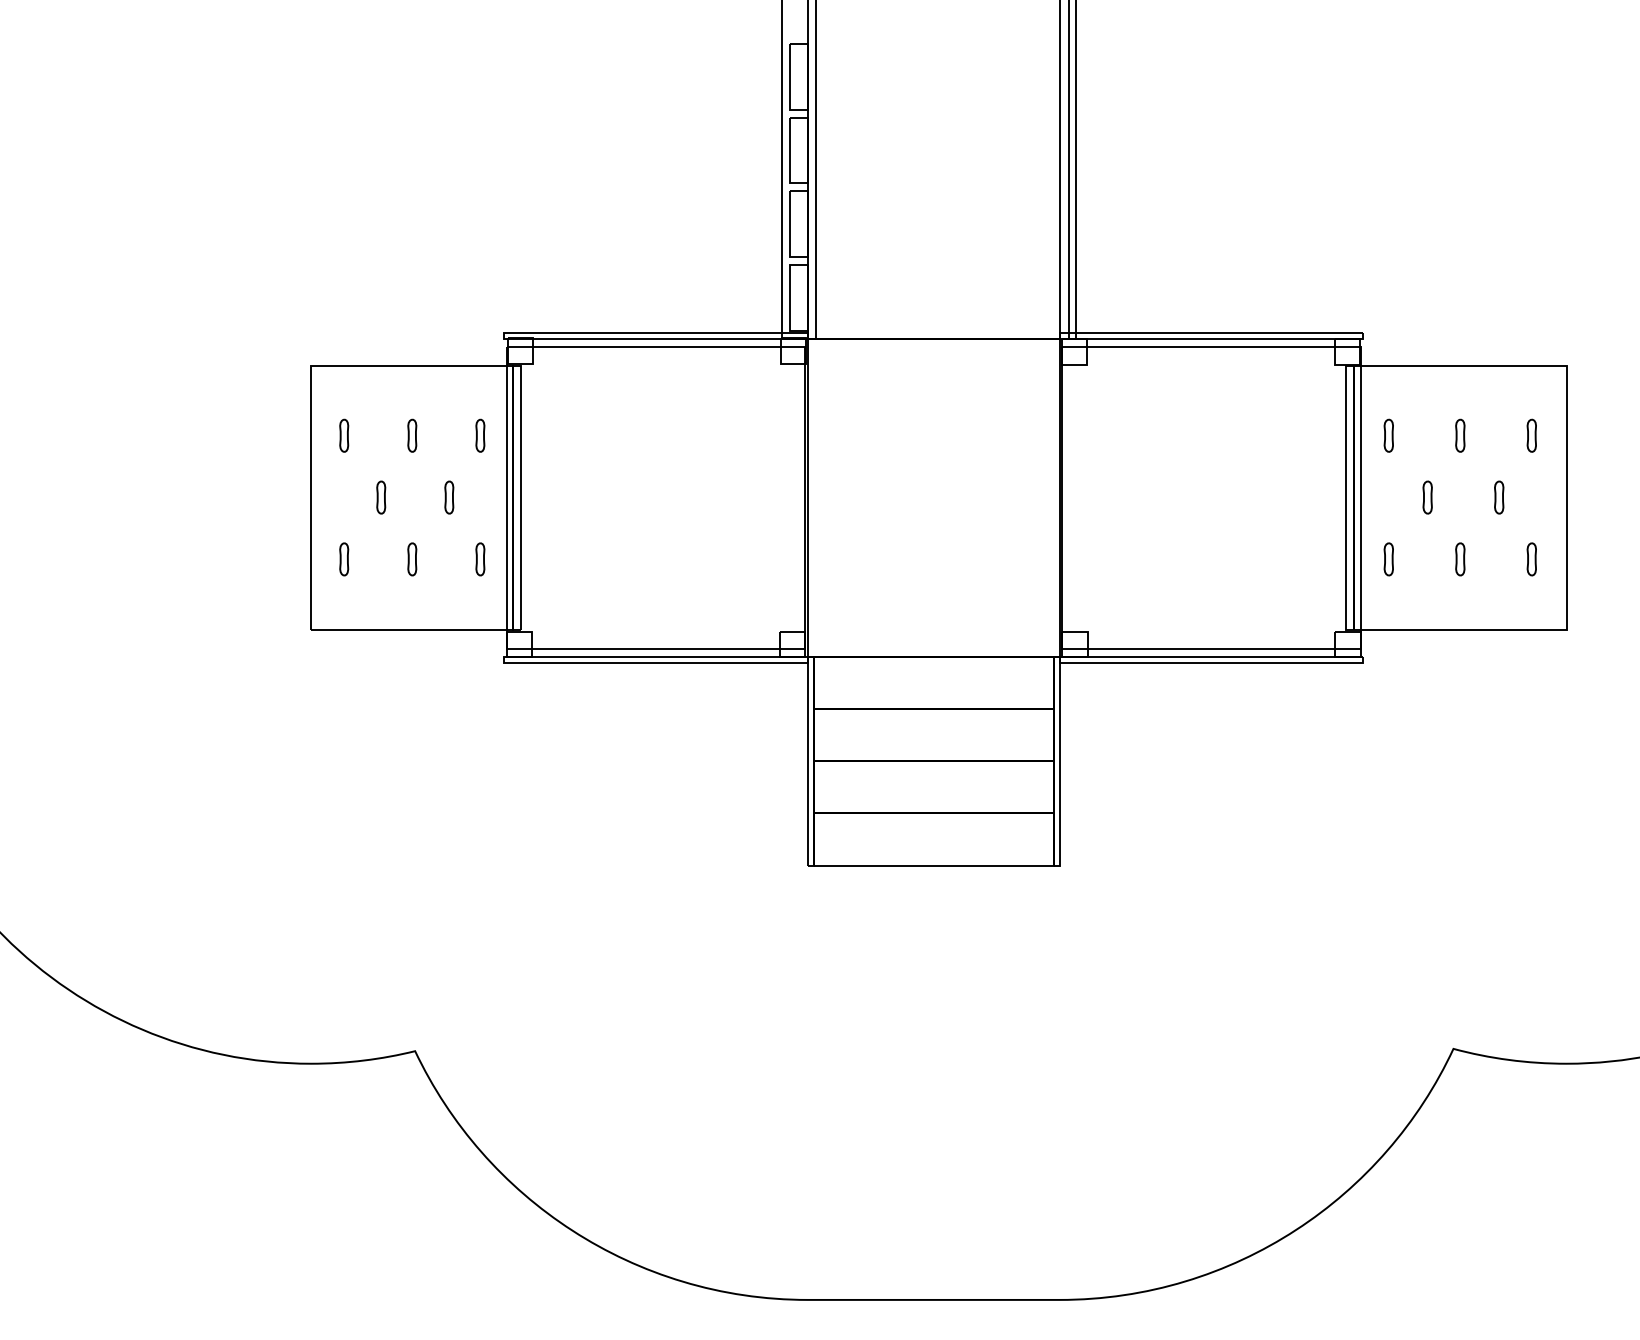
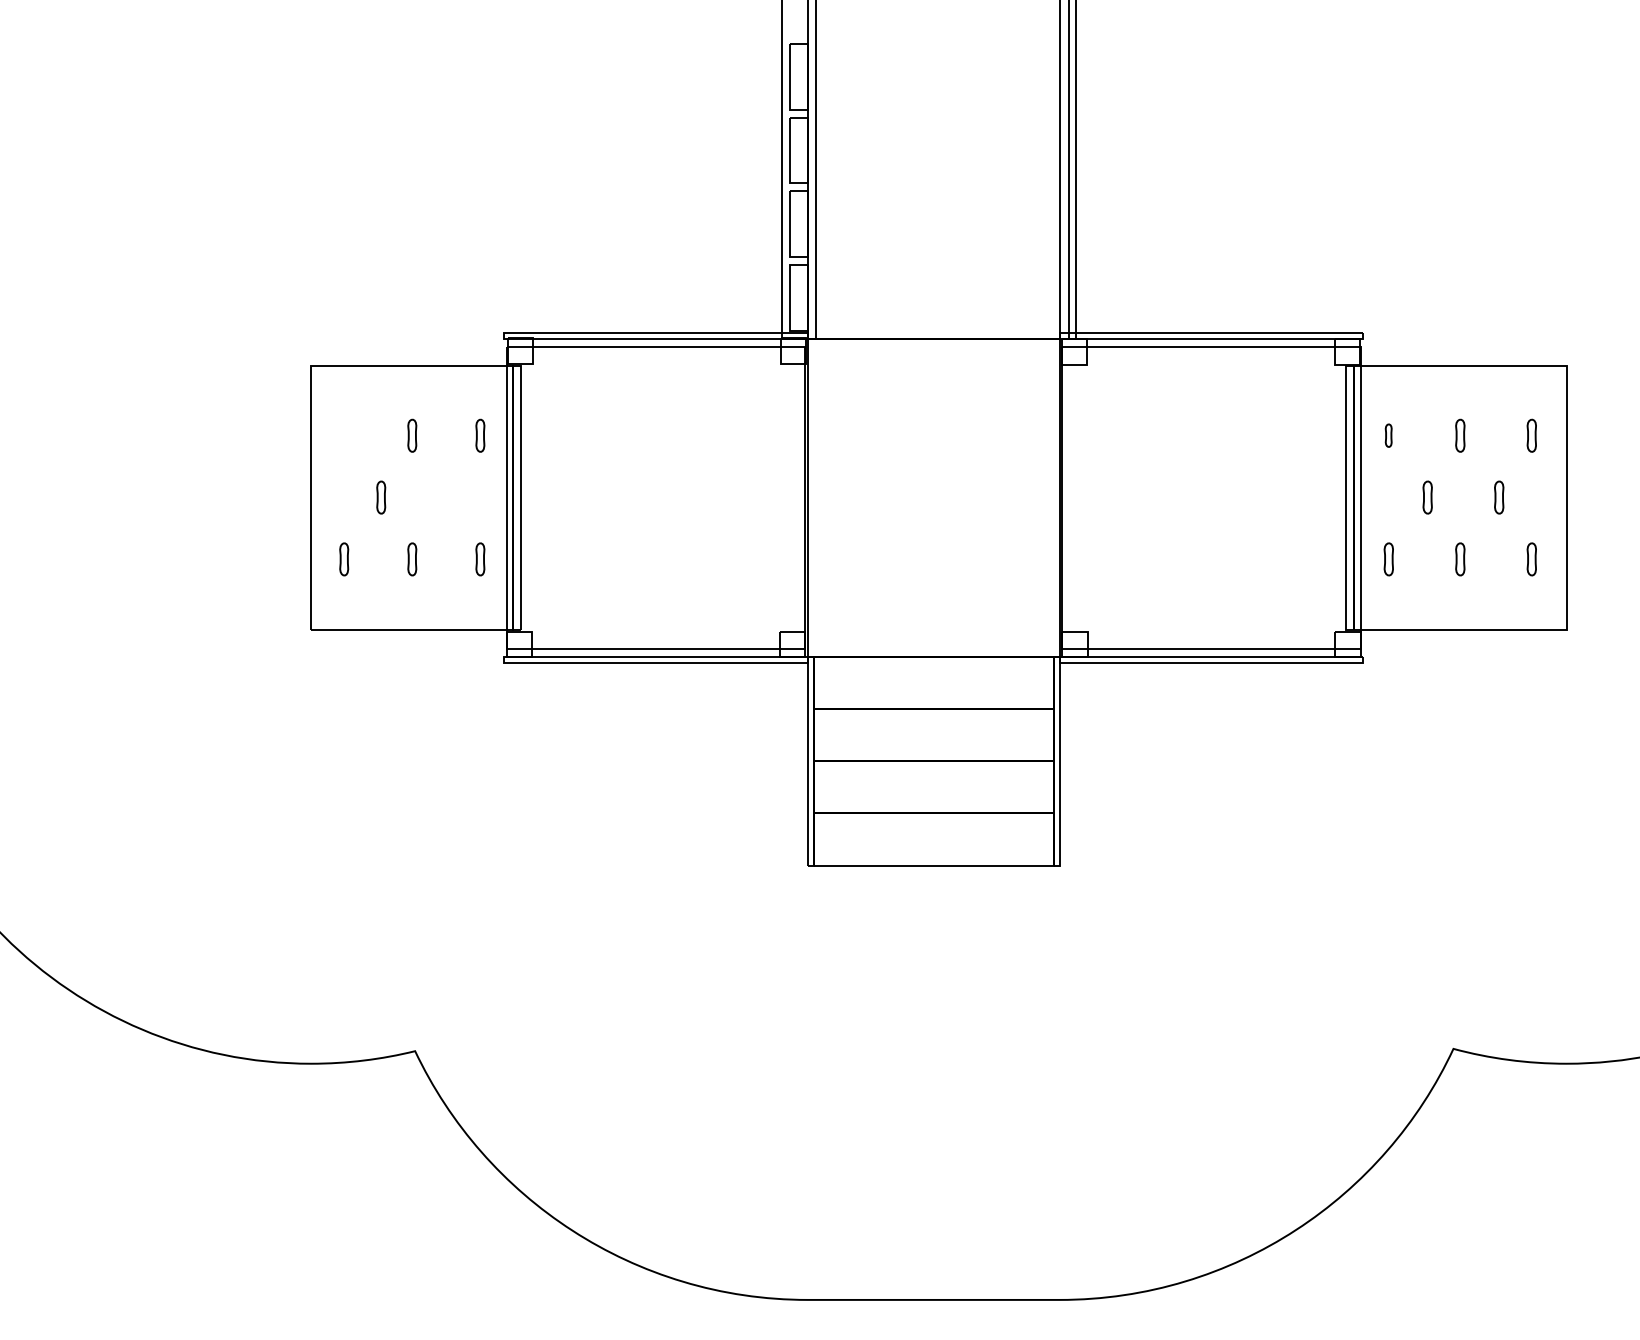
part at (344, 435): present -> none
part at (1388, 435) size: 11x35 px -> 9x25 px
part at (449, 497): present -> none
